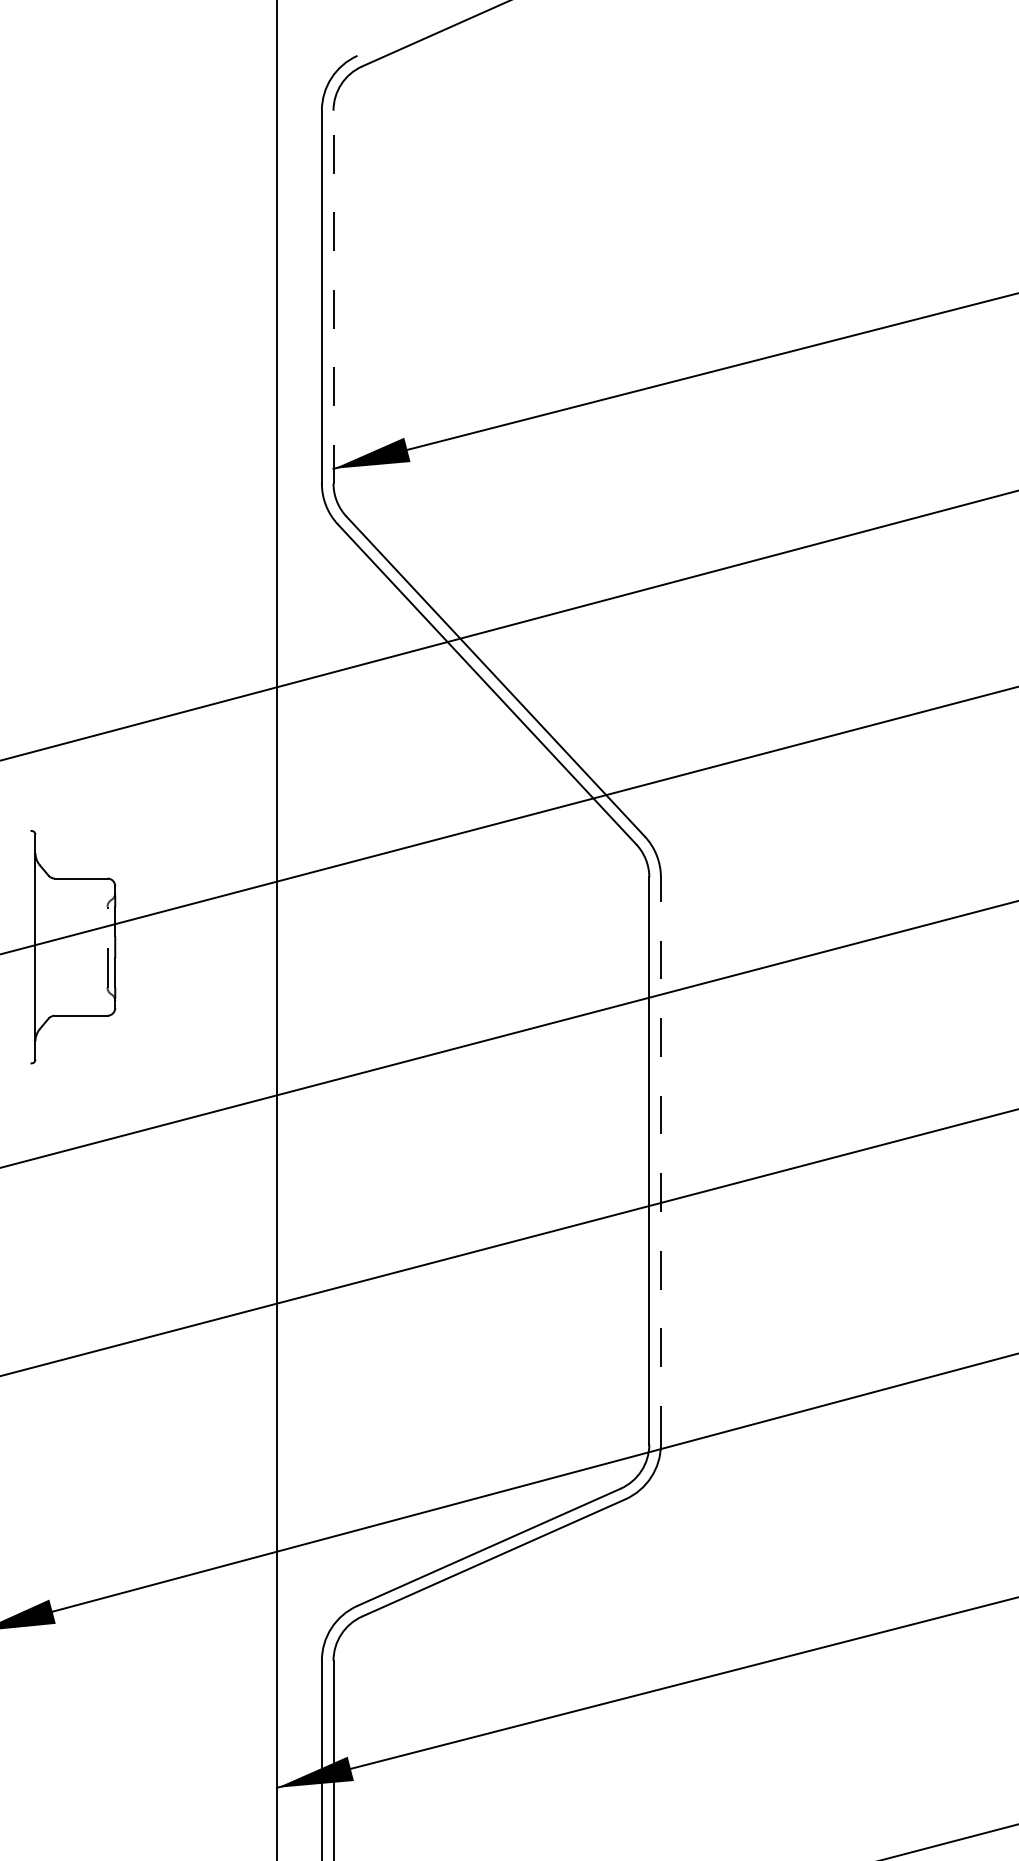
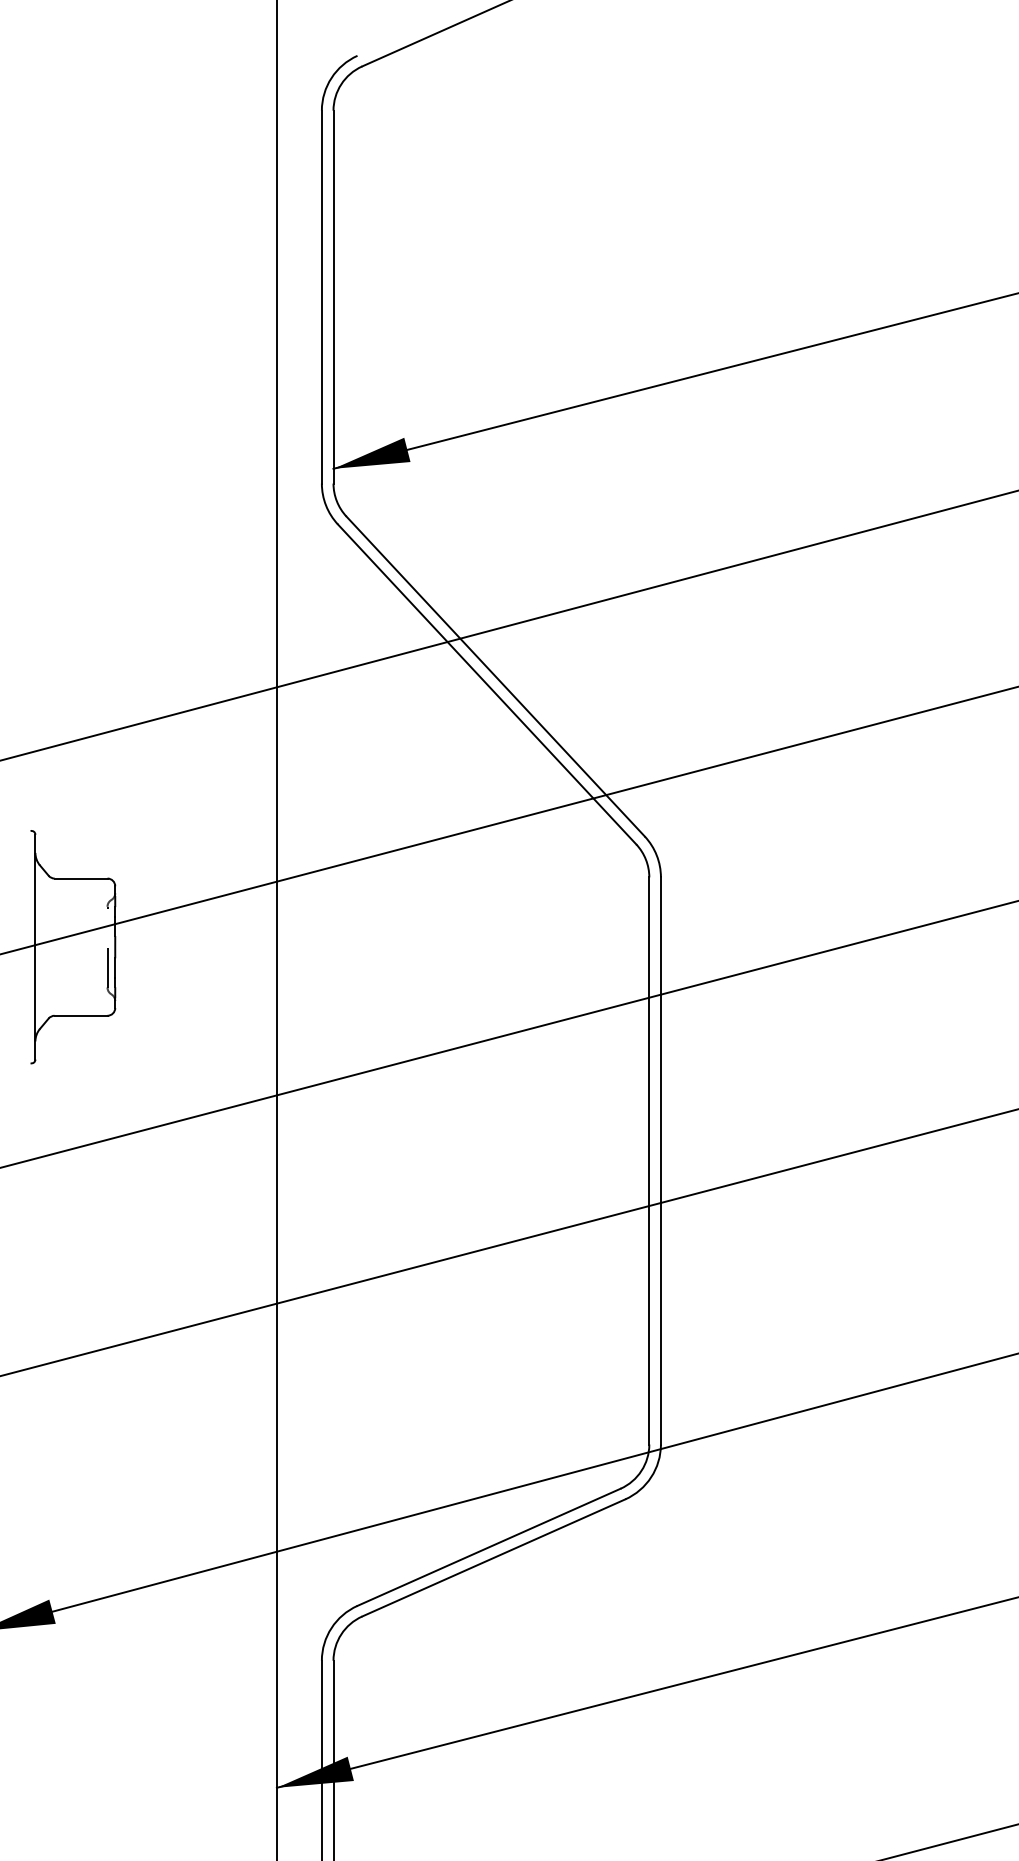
line at (333, 296): dashed -> solid
line at (660, 1160): dashed -> solid
